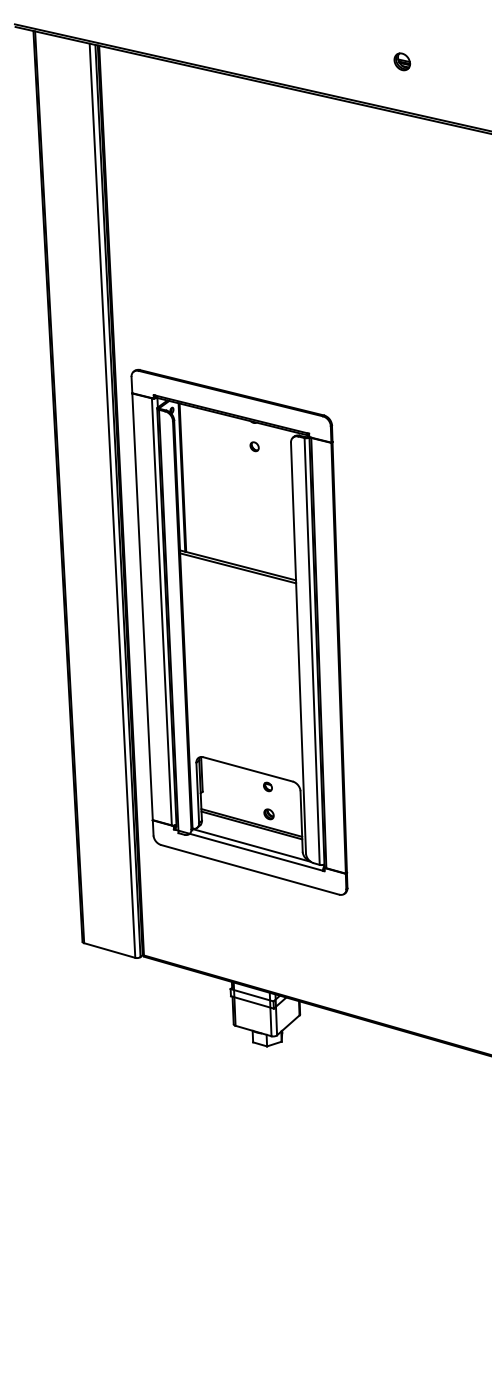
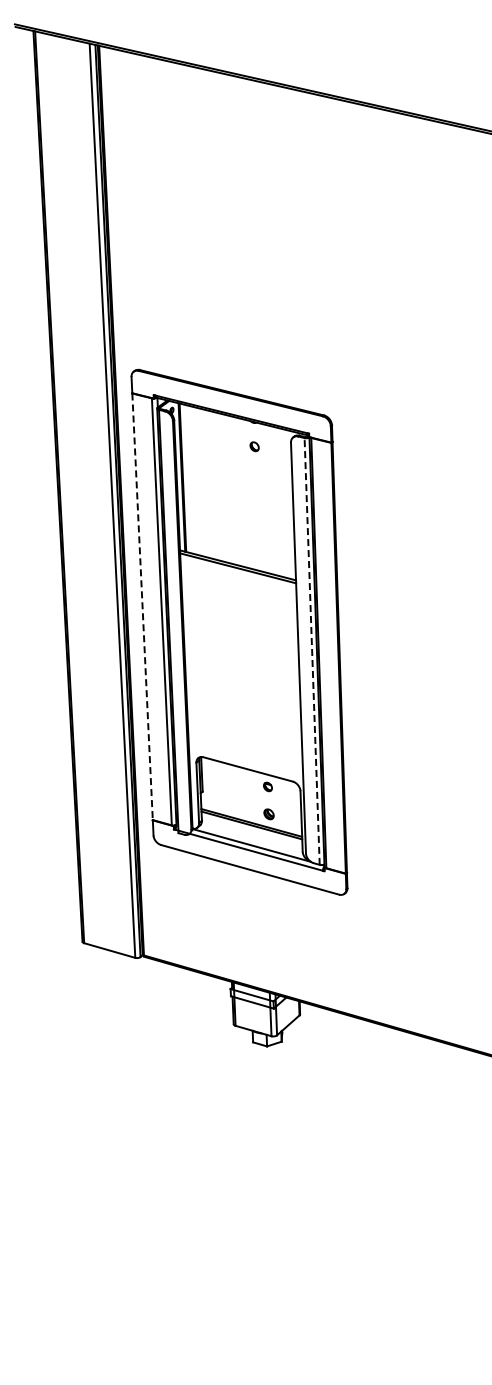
part at (402, 61): present -> none
line at (142, 606): solid -> dashed
line at (312, 651): solid -> dashed
